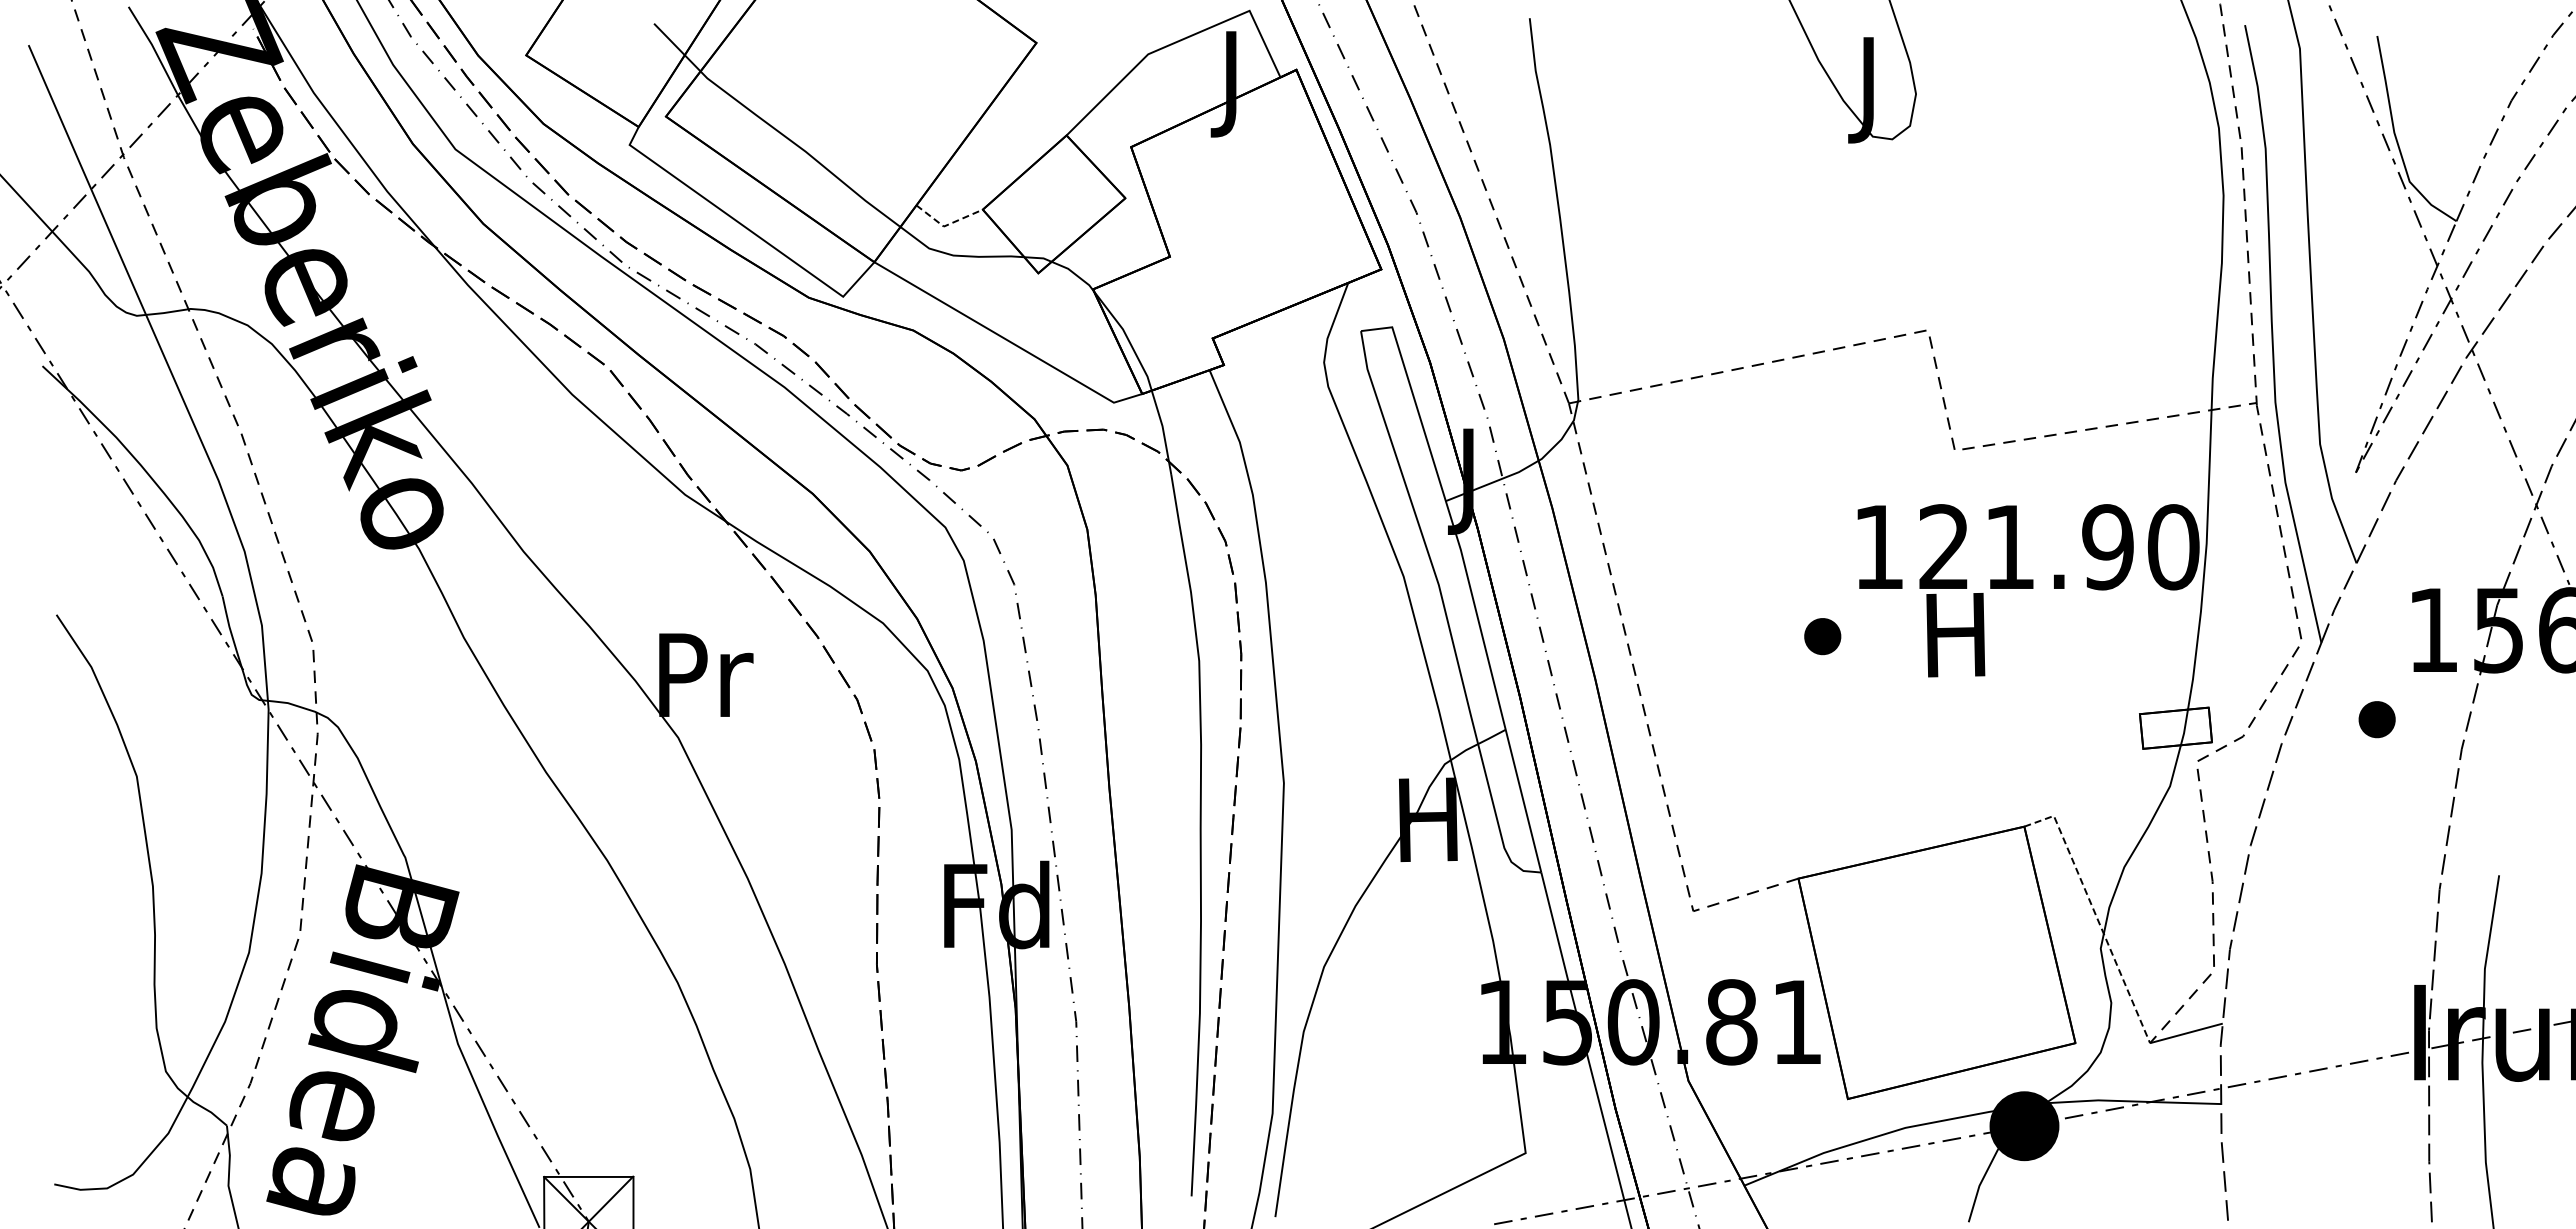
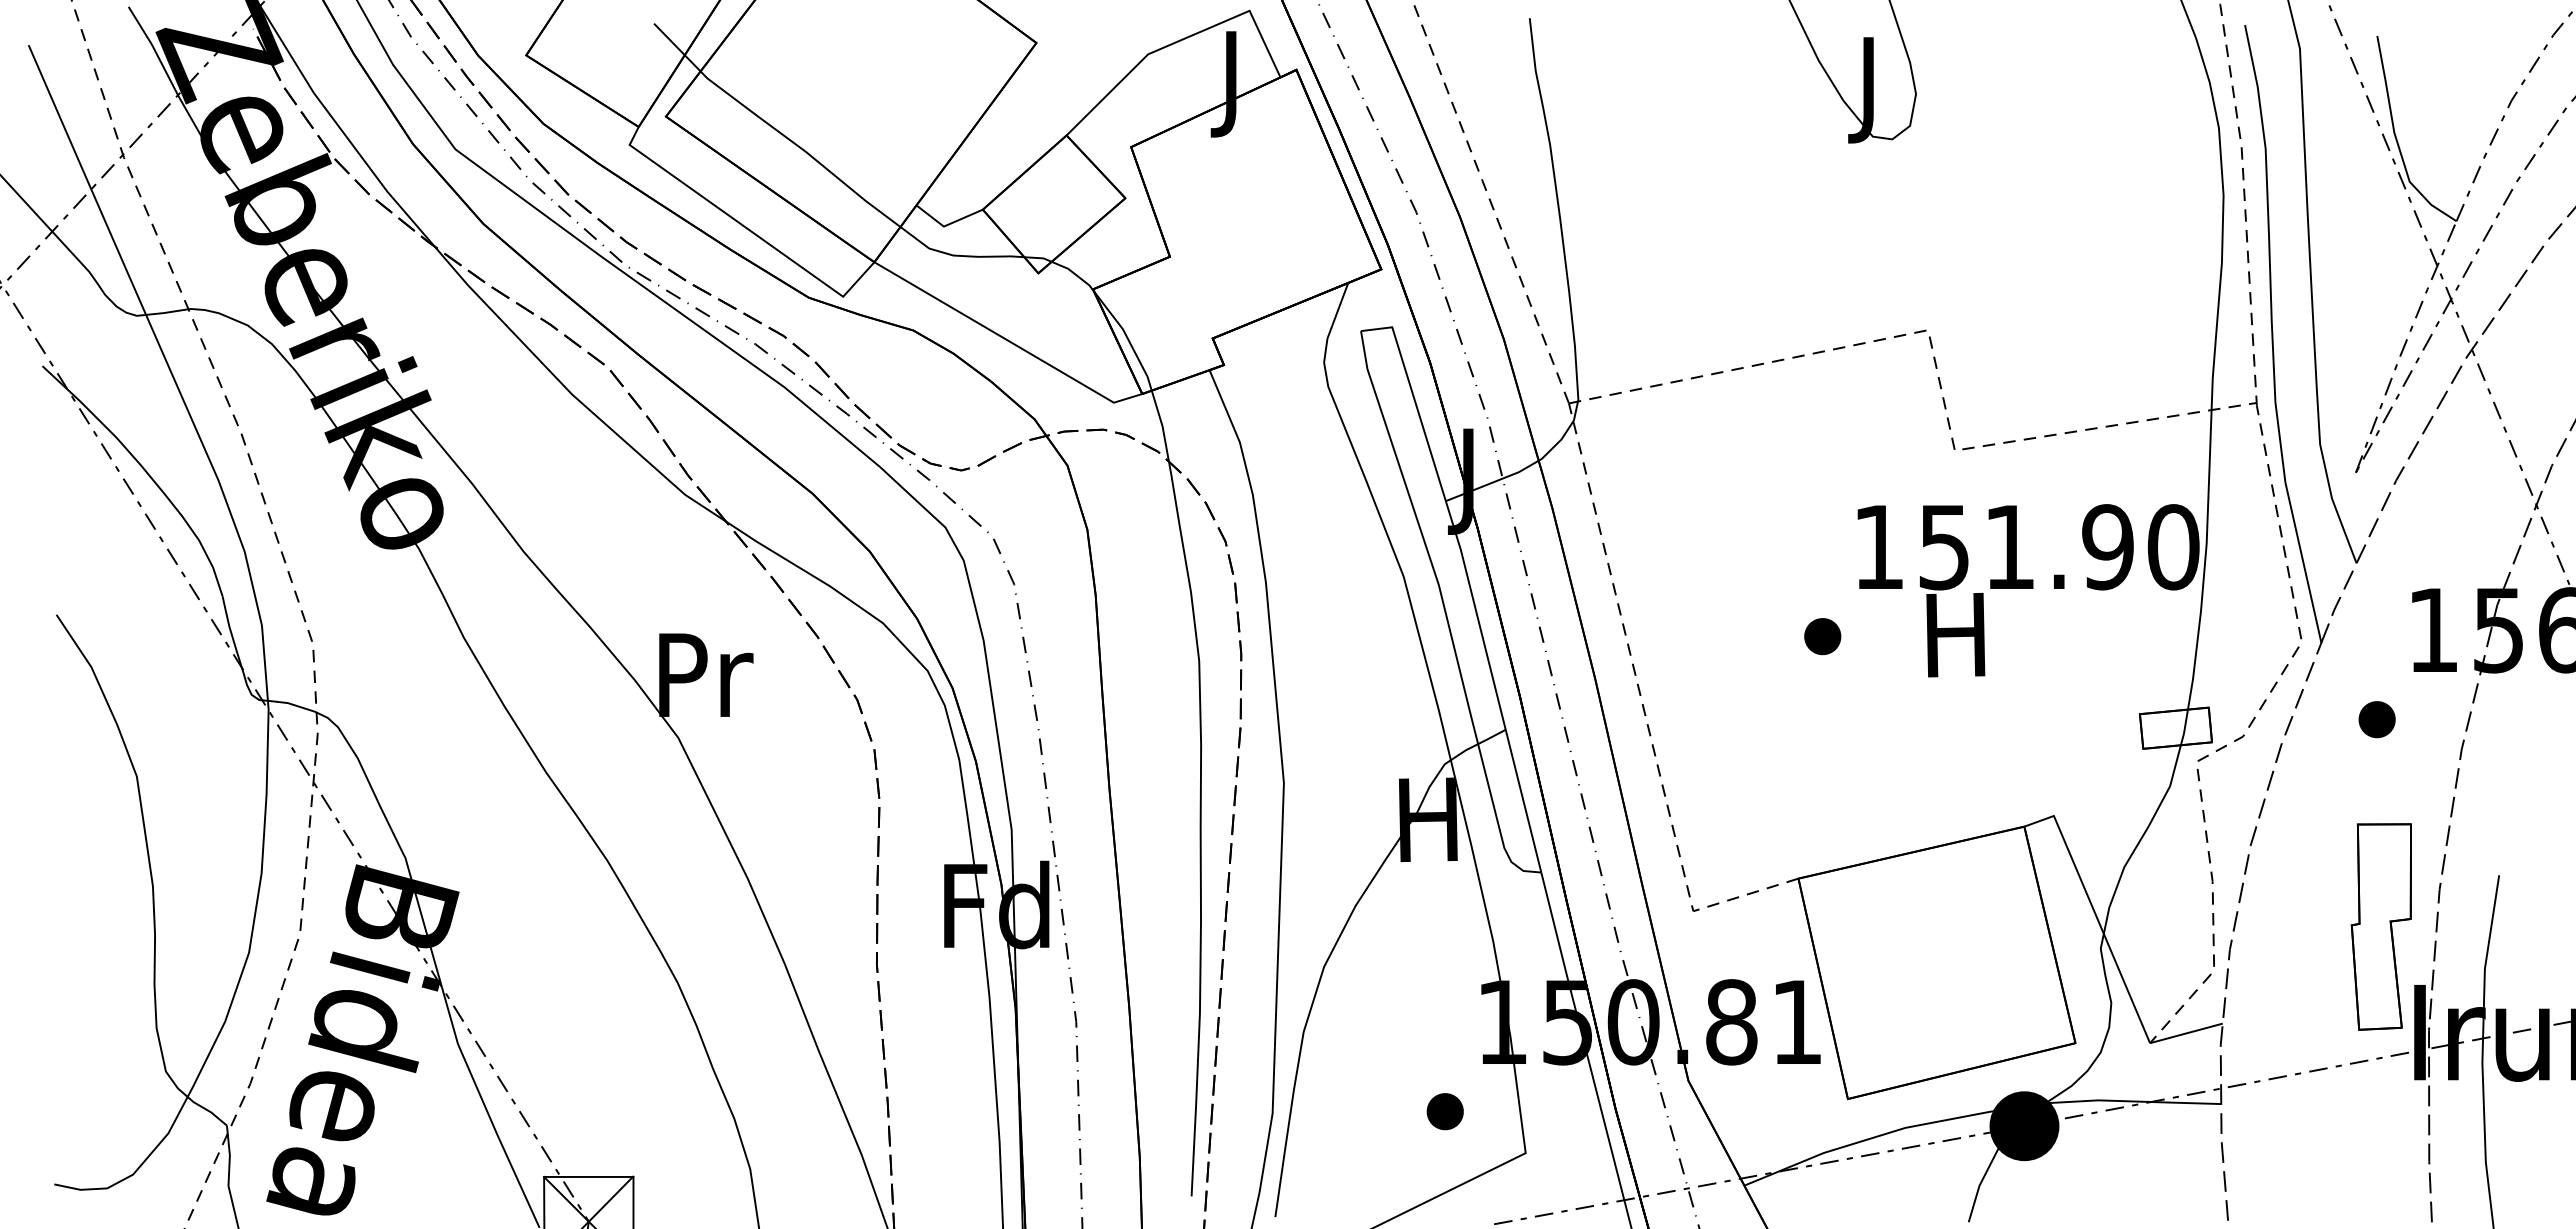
line at (947, 225): dashed -> solid
text at (1943, 547): 121.90 -> 151.90
line at (2095, 914): dashed -> solid
part at (2380, 926): none -> present
part at (1444, 1111): none -> present
